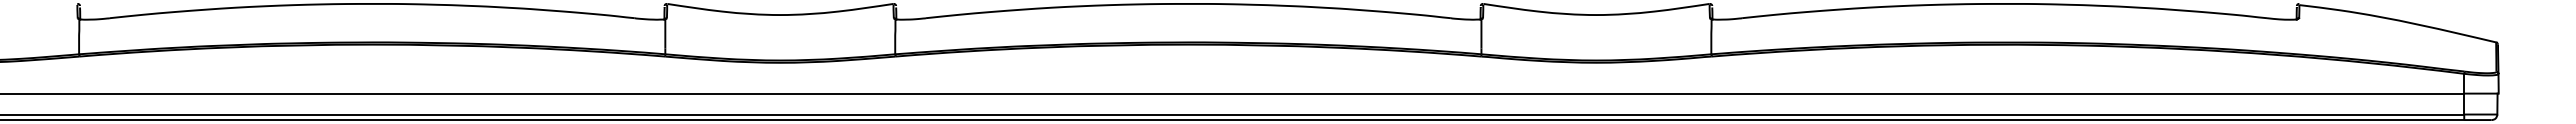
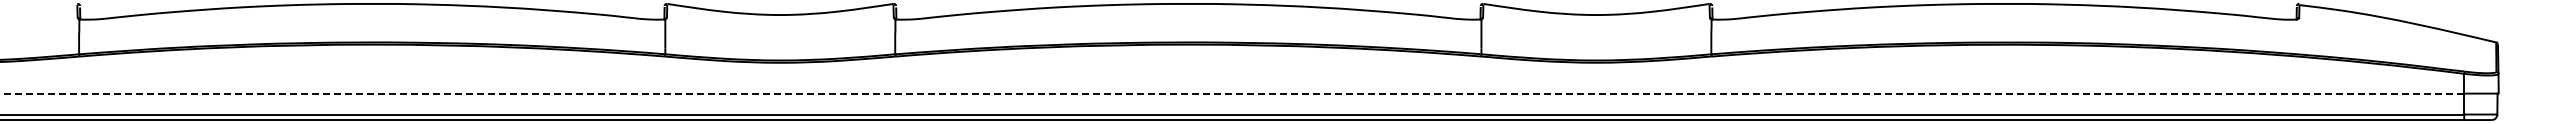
line at (1232, 93): solid -> dashed
